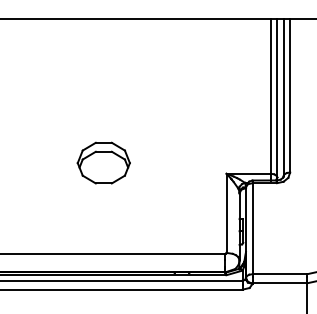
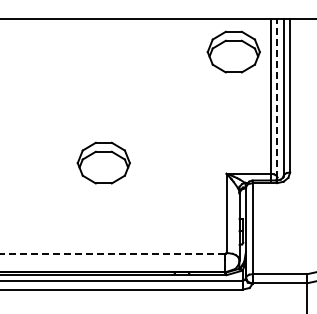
part at (233, 51): none -> present
line at (277, 97): solid -> dashed
line at (112, 253): solid -> dashed
